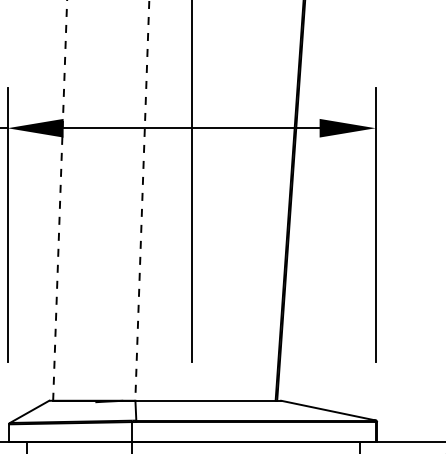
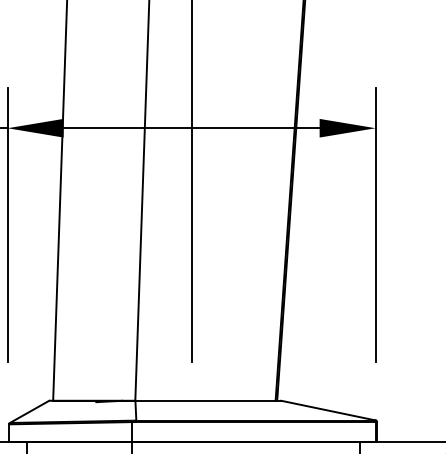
line at (60, 199): dashed -> solid
line at (142, 200): dashed -> solid
